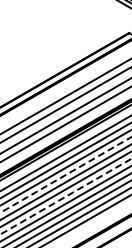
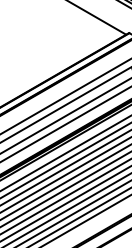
line at (97, 18): none -> present
line at (66, 174): dashed -> solid
line at (65, 196): dashed -> solid
